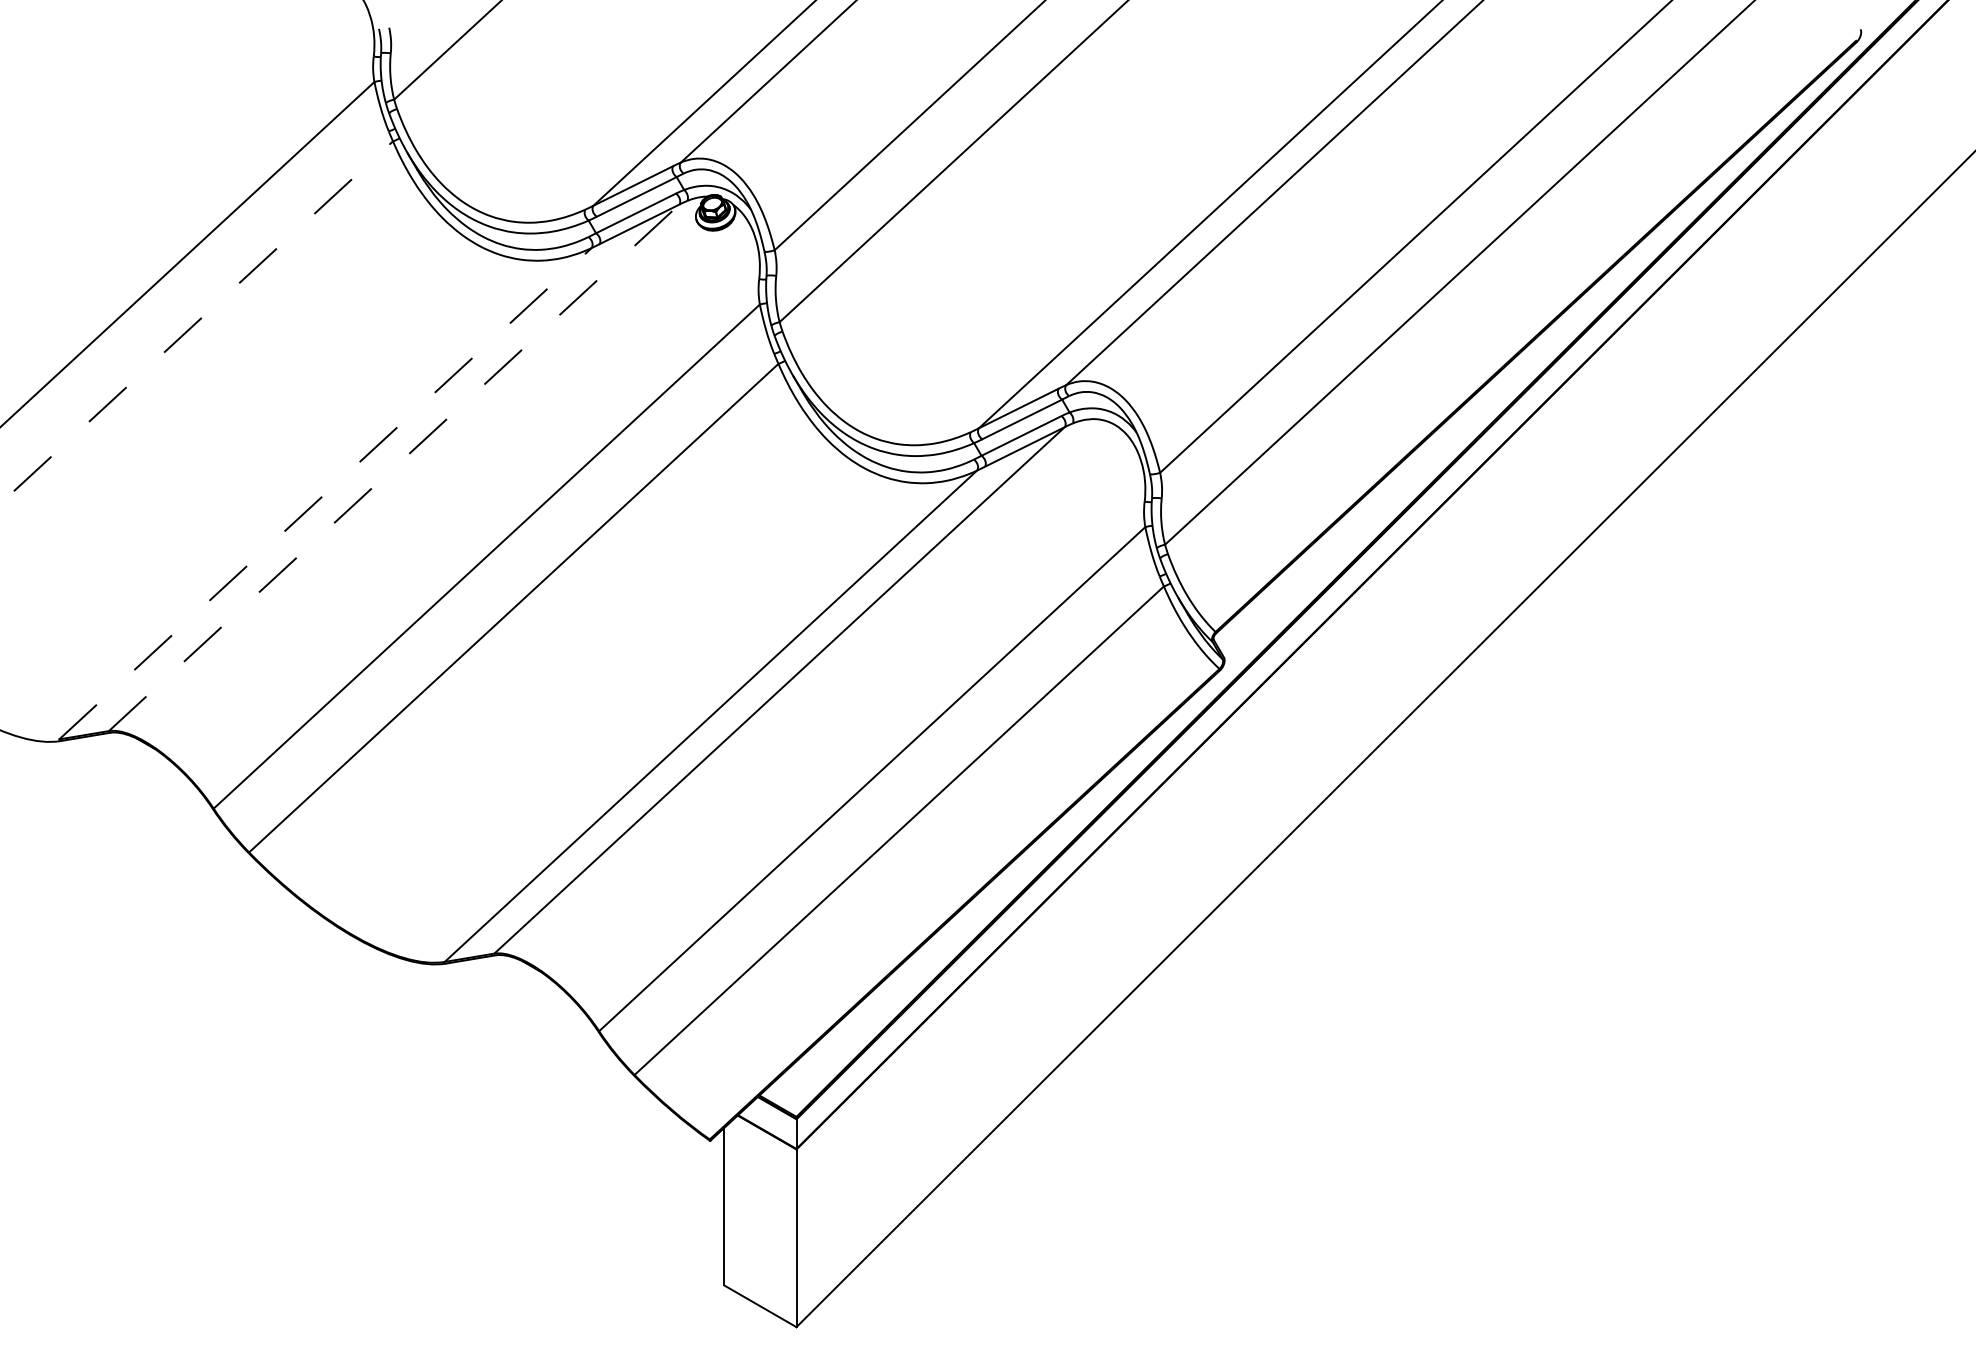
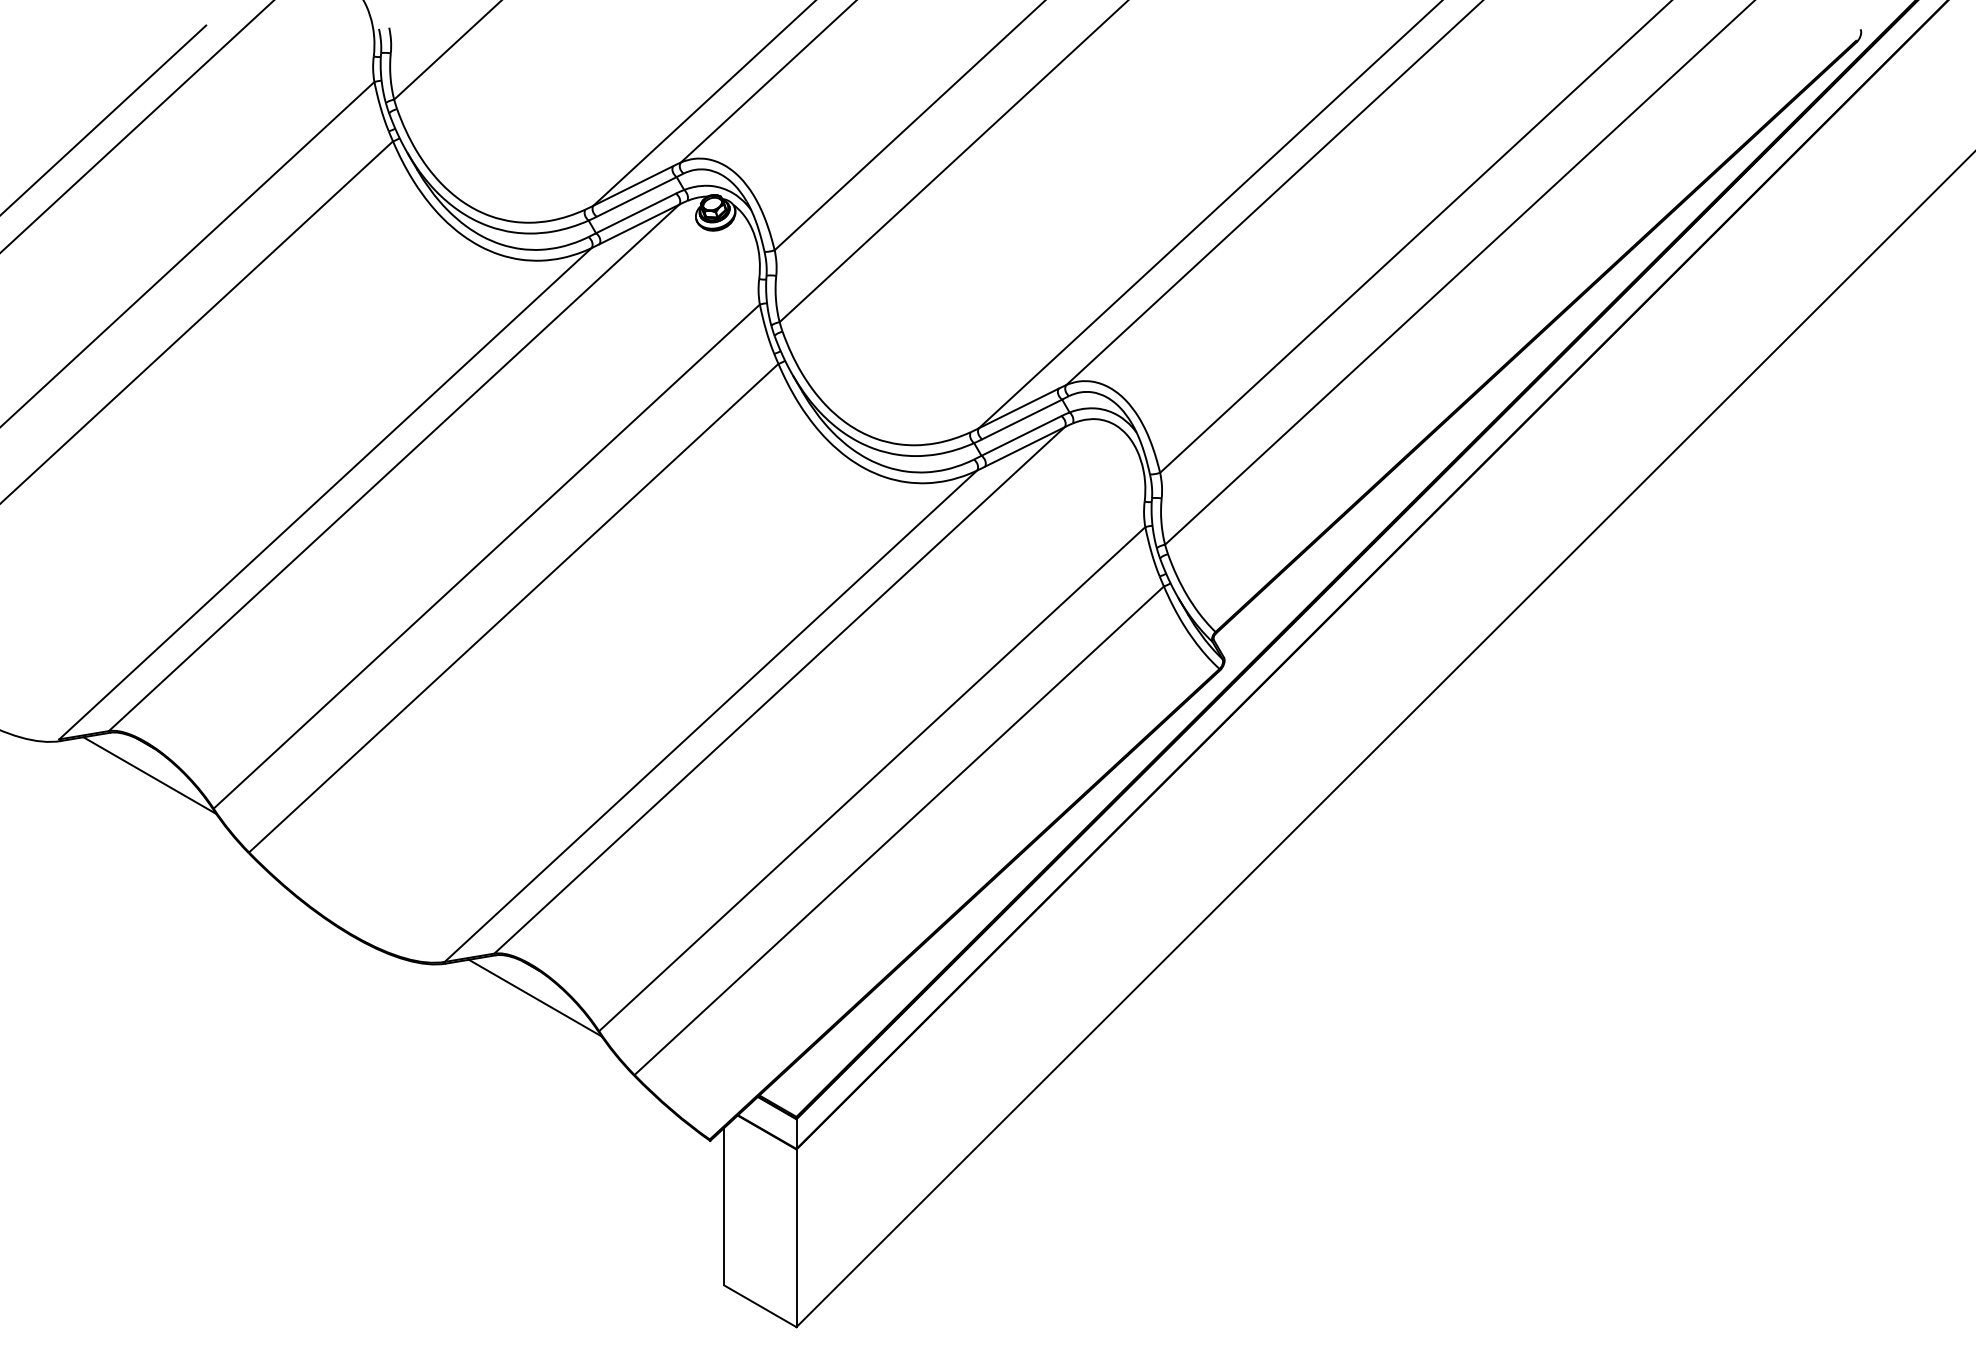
line at (104, 119): none -> present
line at (136, 126): none -> present
line at (197, 322): dashed -> solid
line at (394, 467): dashed -> solid
line at (325, 493): dashed -> solid
line at (149, 775): none -> present
line at (534, 997): none -> present
